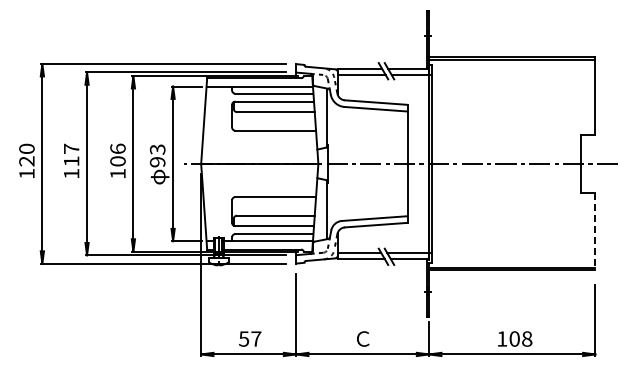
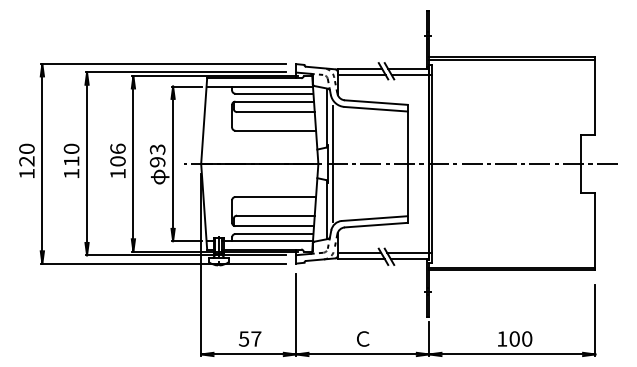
text at (71, 148): 117 -> 110
line at (332, 163): none -> present
line at (595, 231): dashed -> solid
text at (527, 338): 108 -> 100
